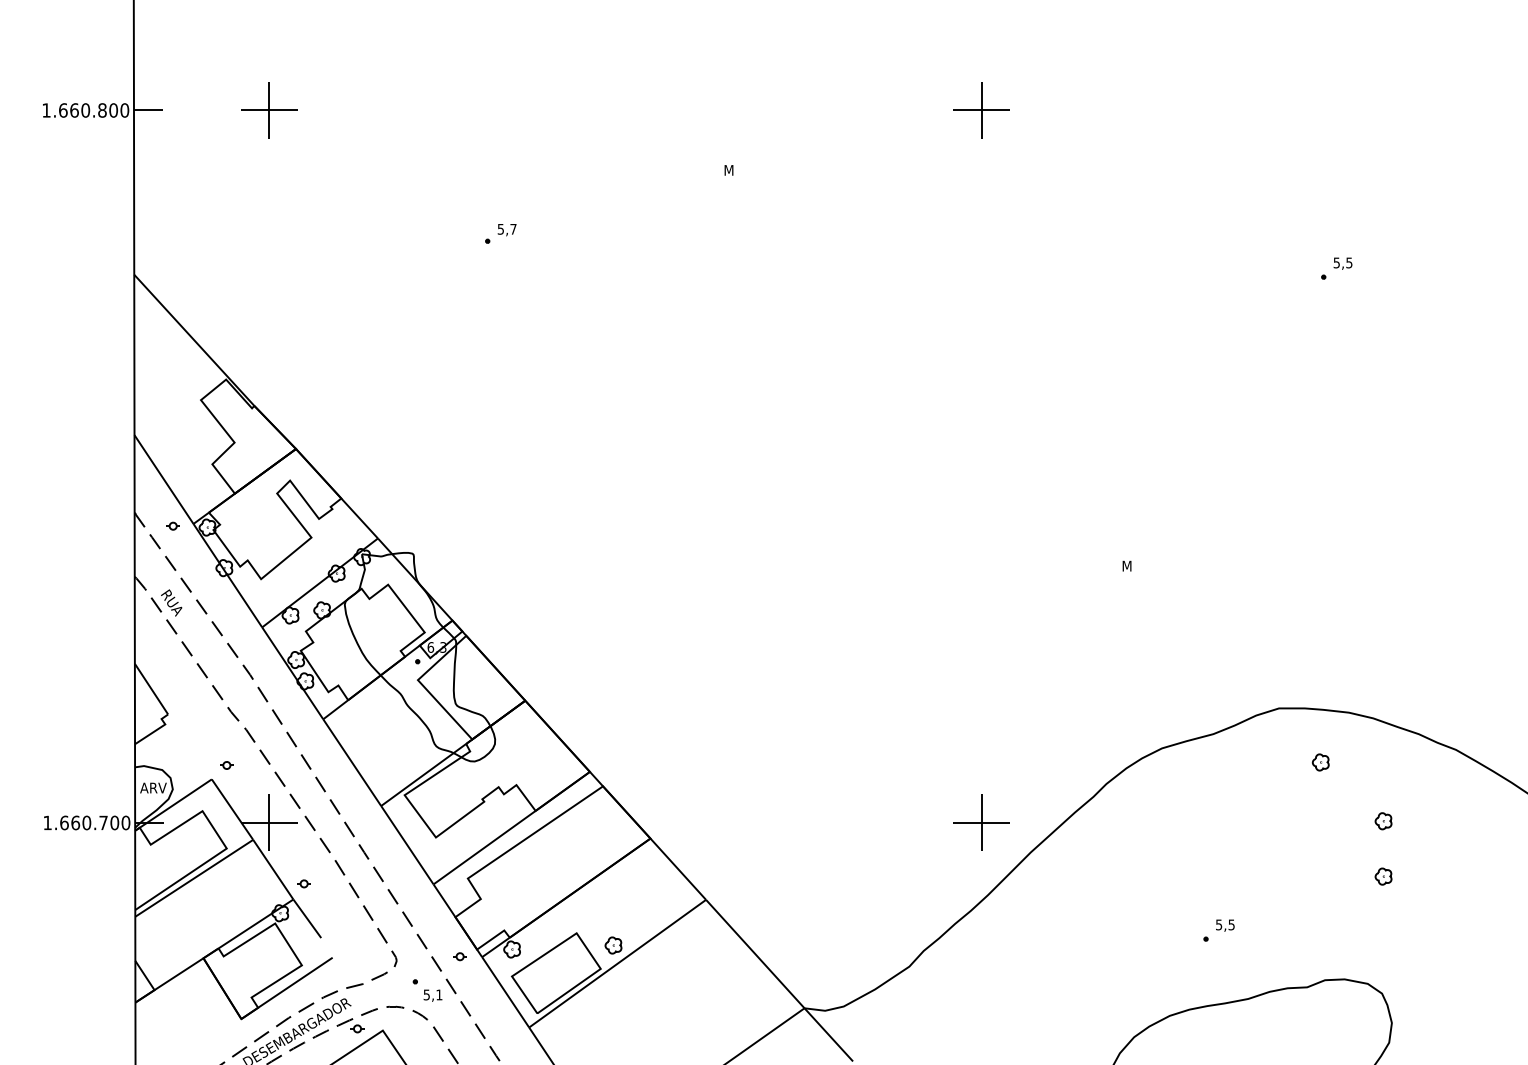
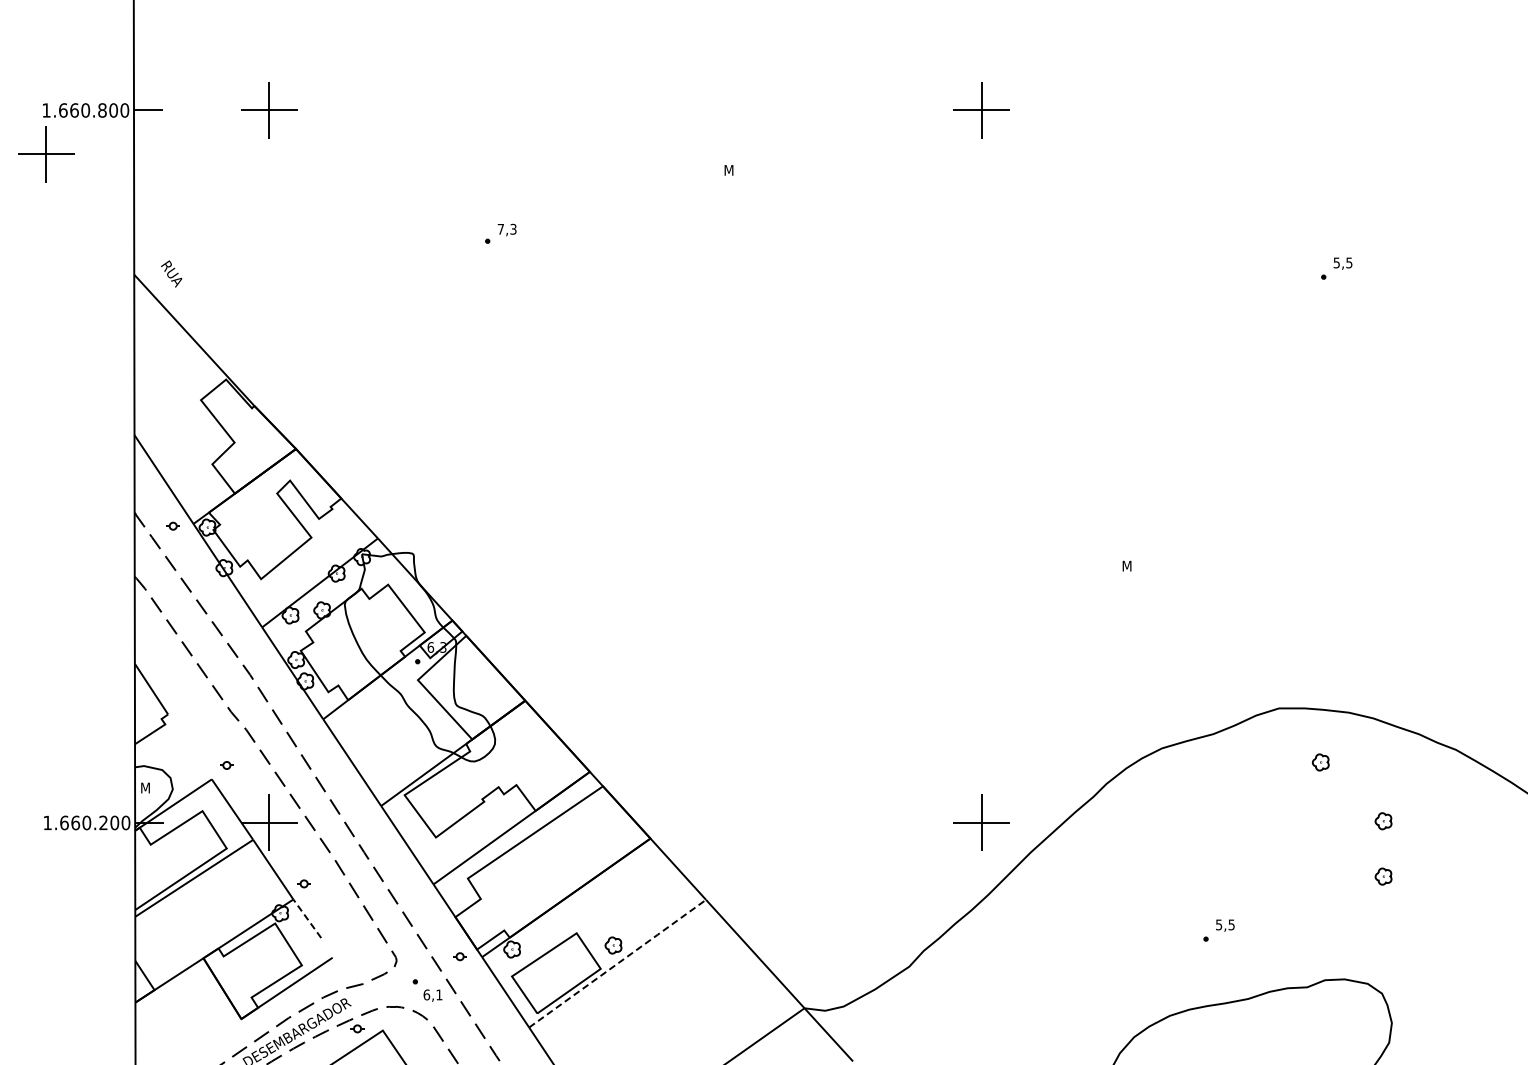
part at (46, 154): none -> present
text at (506, 228): 5,7 -> 7,3
text at (171, 602) position: (171, 602) -> (171, 273)
text at (153, 787): ARV -> M
text at (103, 822): 1.660.700 -> 1.660.200
line at (307, 918): solid -> dashed
line at (617, 963): solid -> dashed
text at (426, 994): 5,1 -> 6,1
